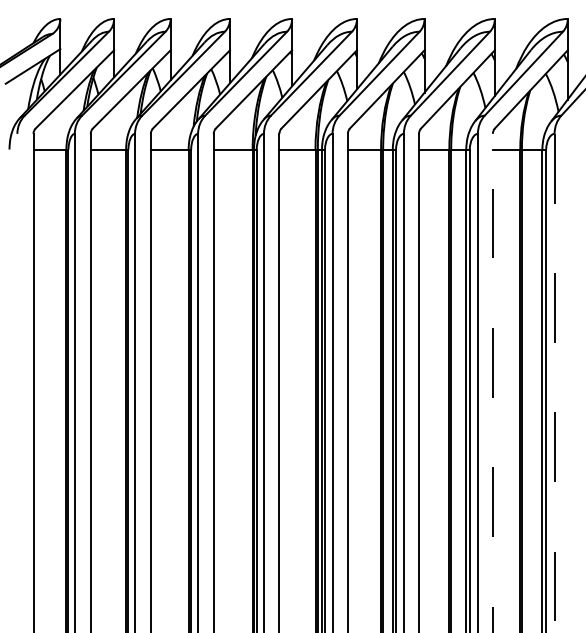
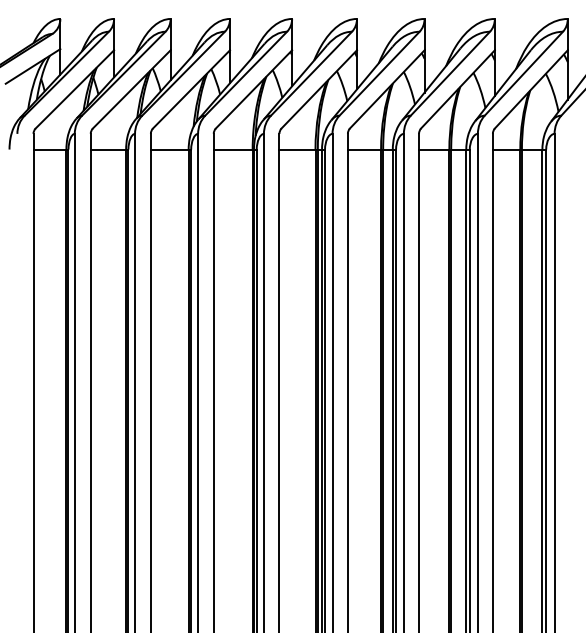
line at (492, 382): dashed -> solid
line at (554, 383): dashed -> solid
